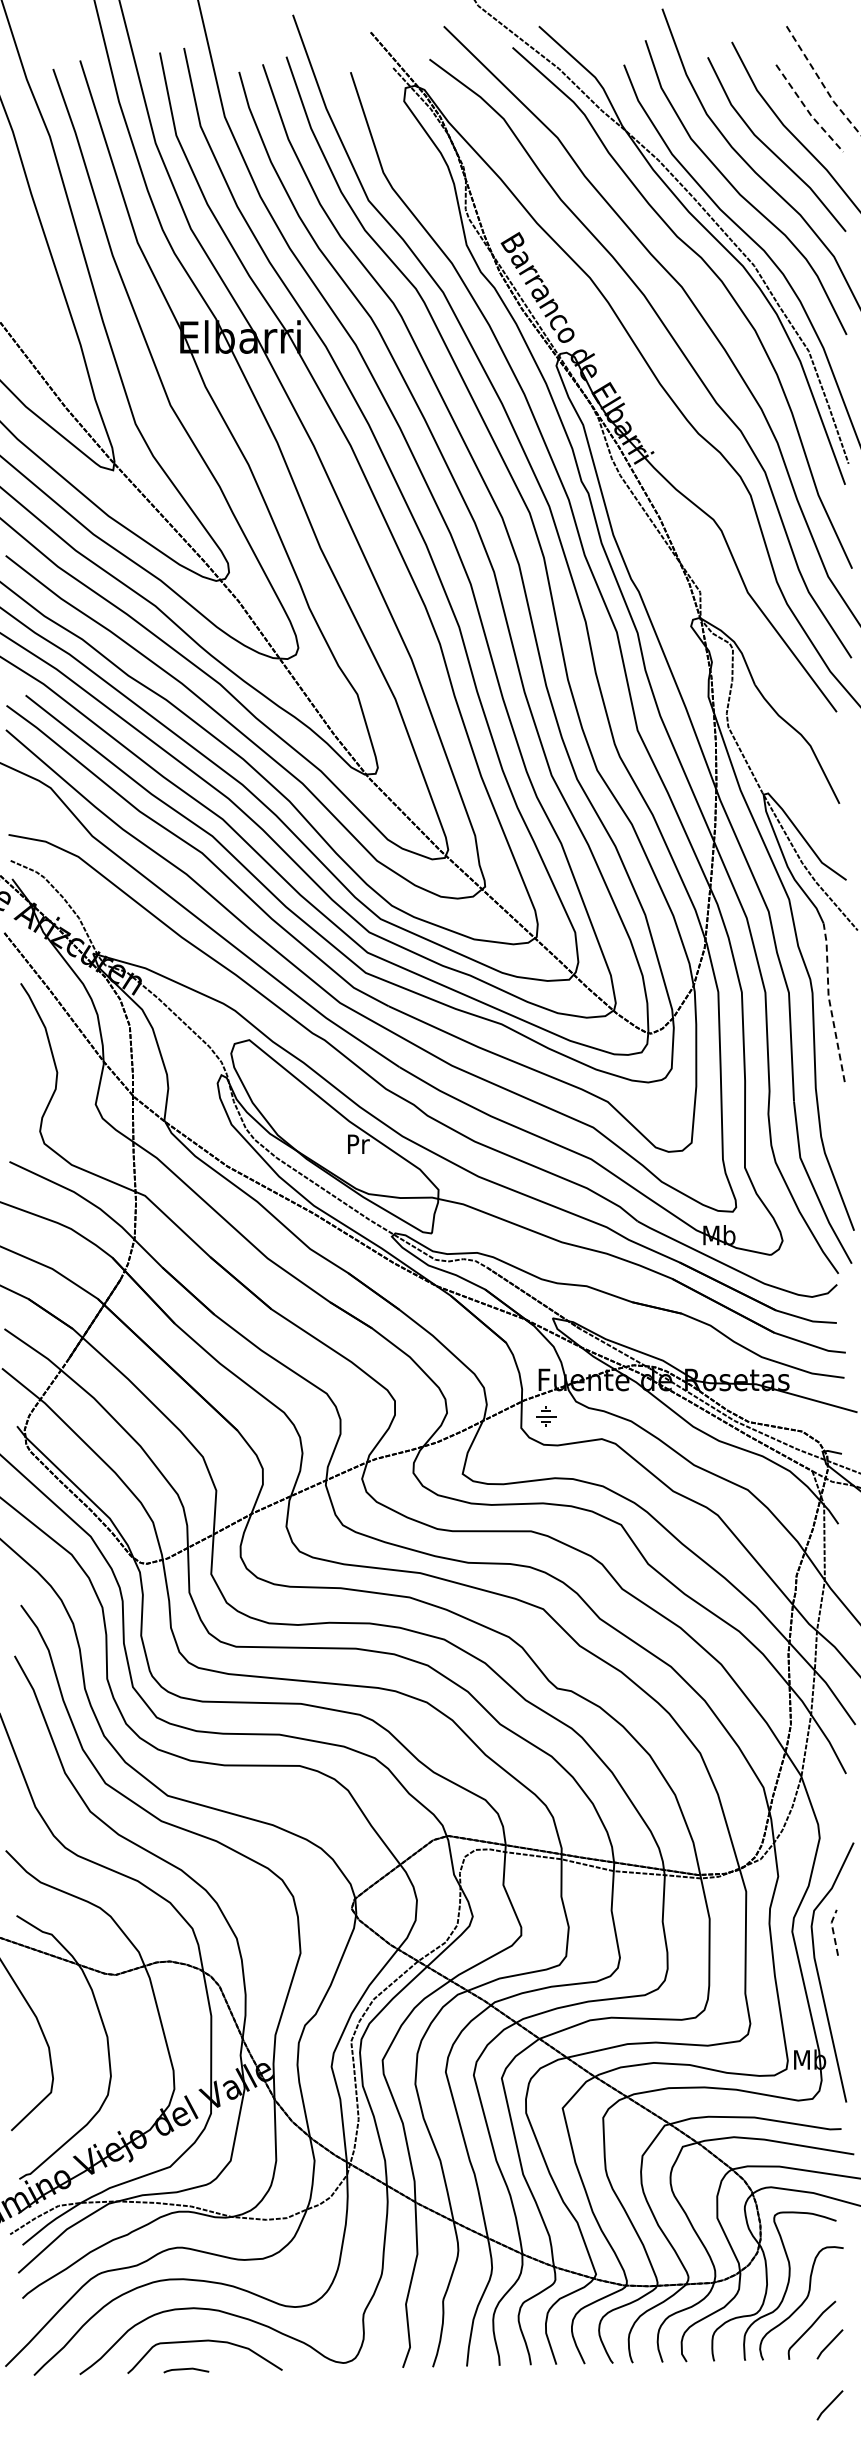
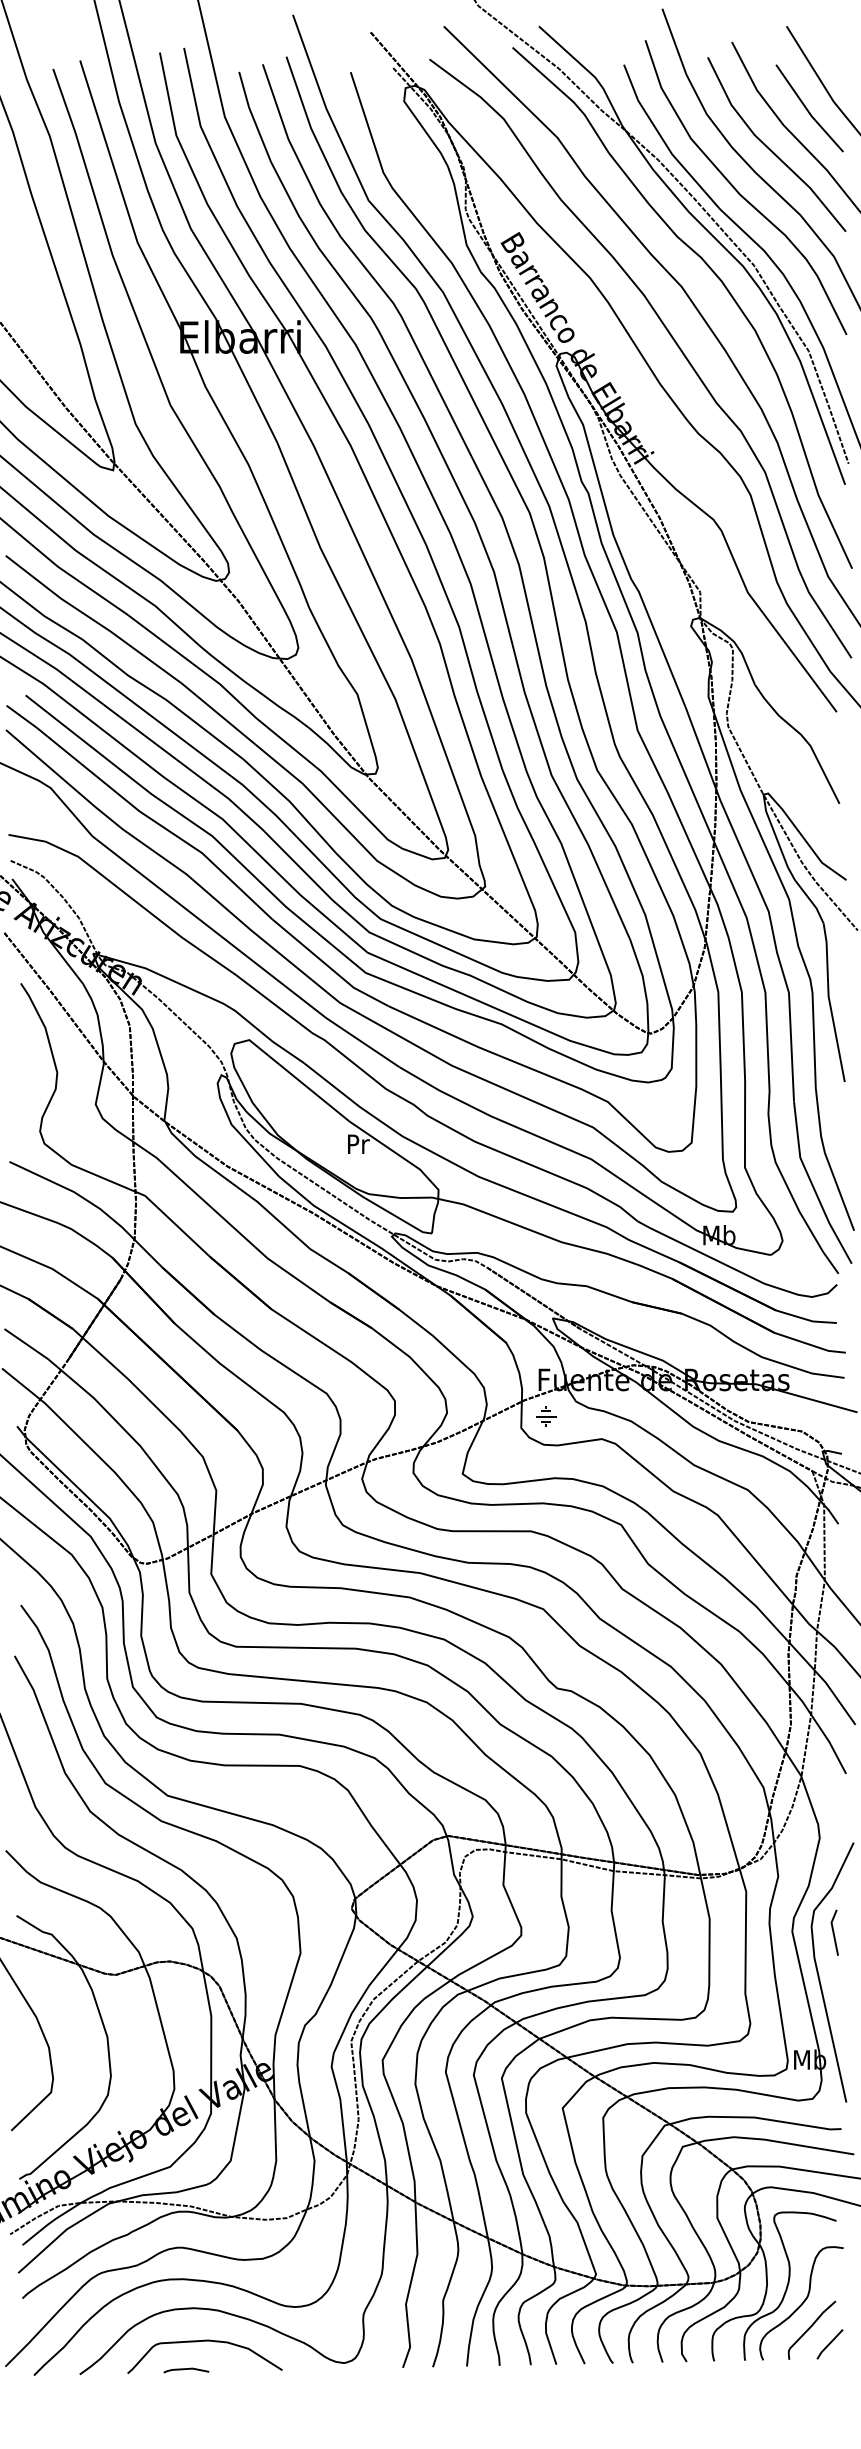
line at (821, 82): dashed -> solid
line at (807, 110): dashed -> solid
line at (829, 1002): dashed -> solid
line at (833, 1931): dashed -> solid
line at (829, 2405): present -> none
